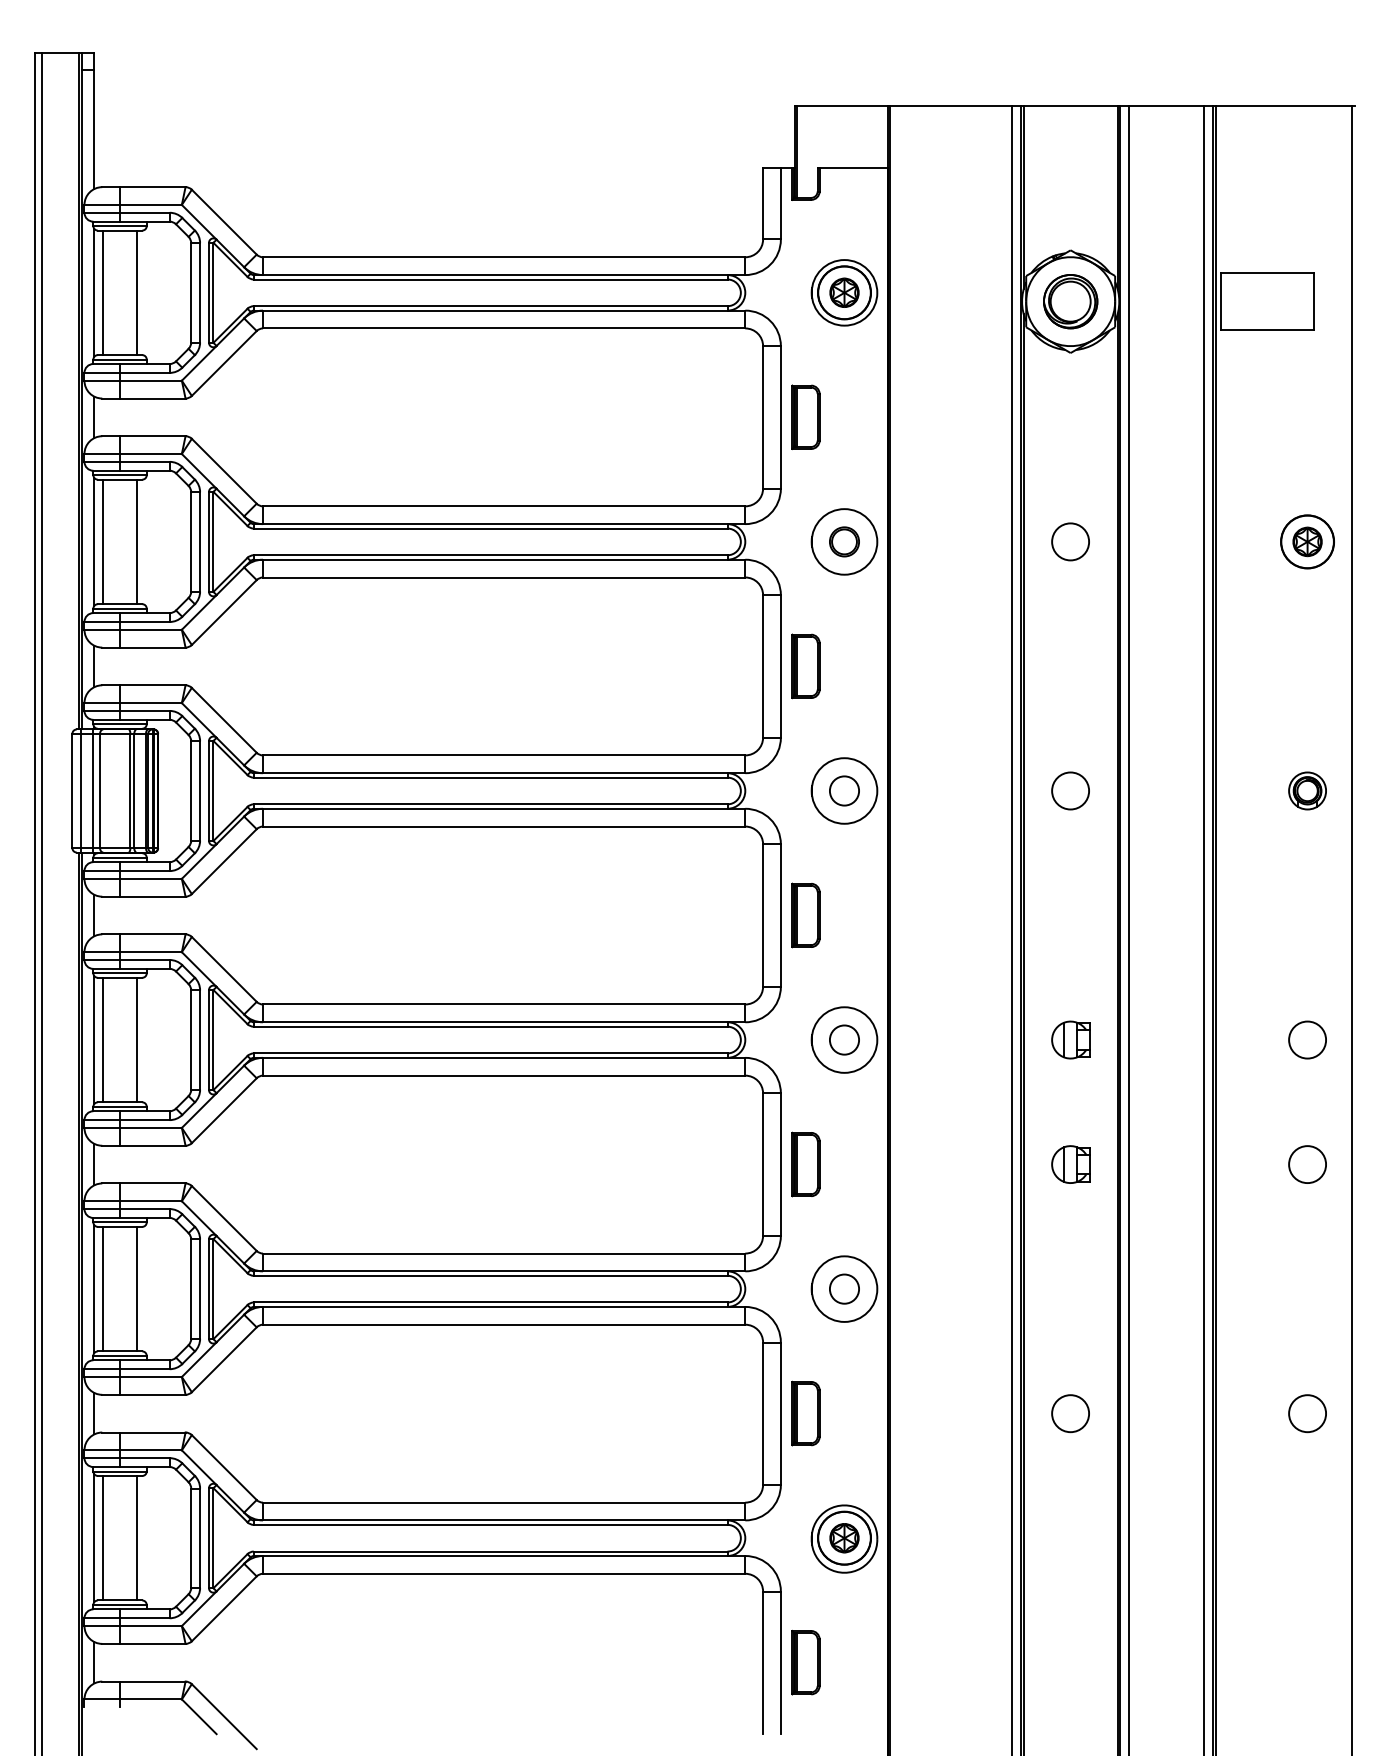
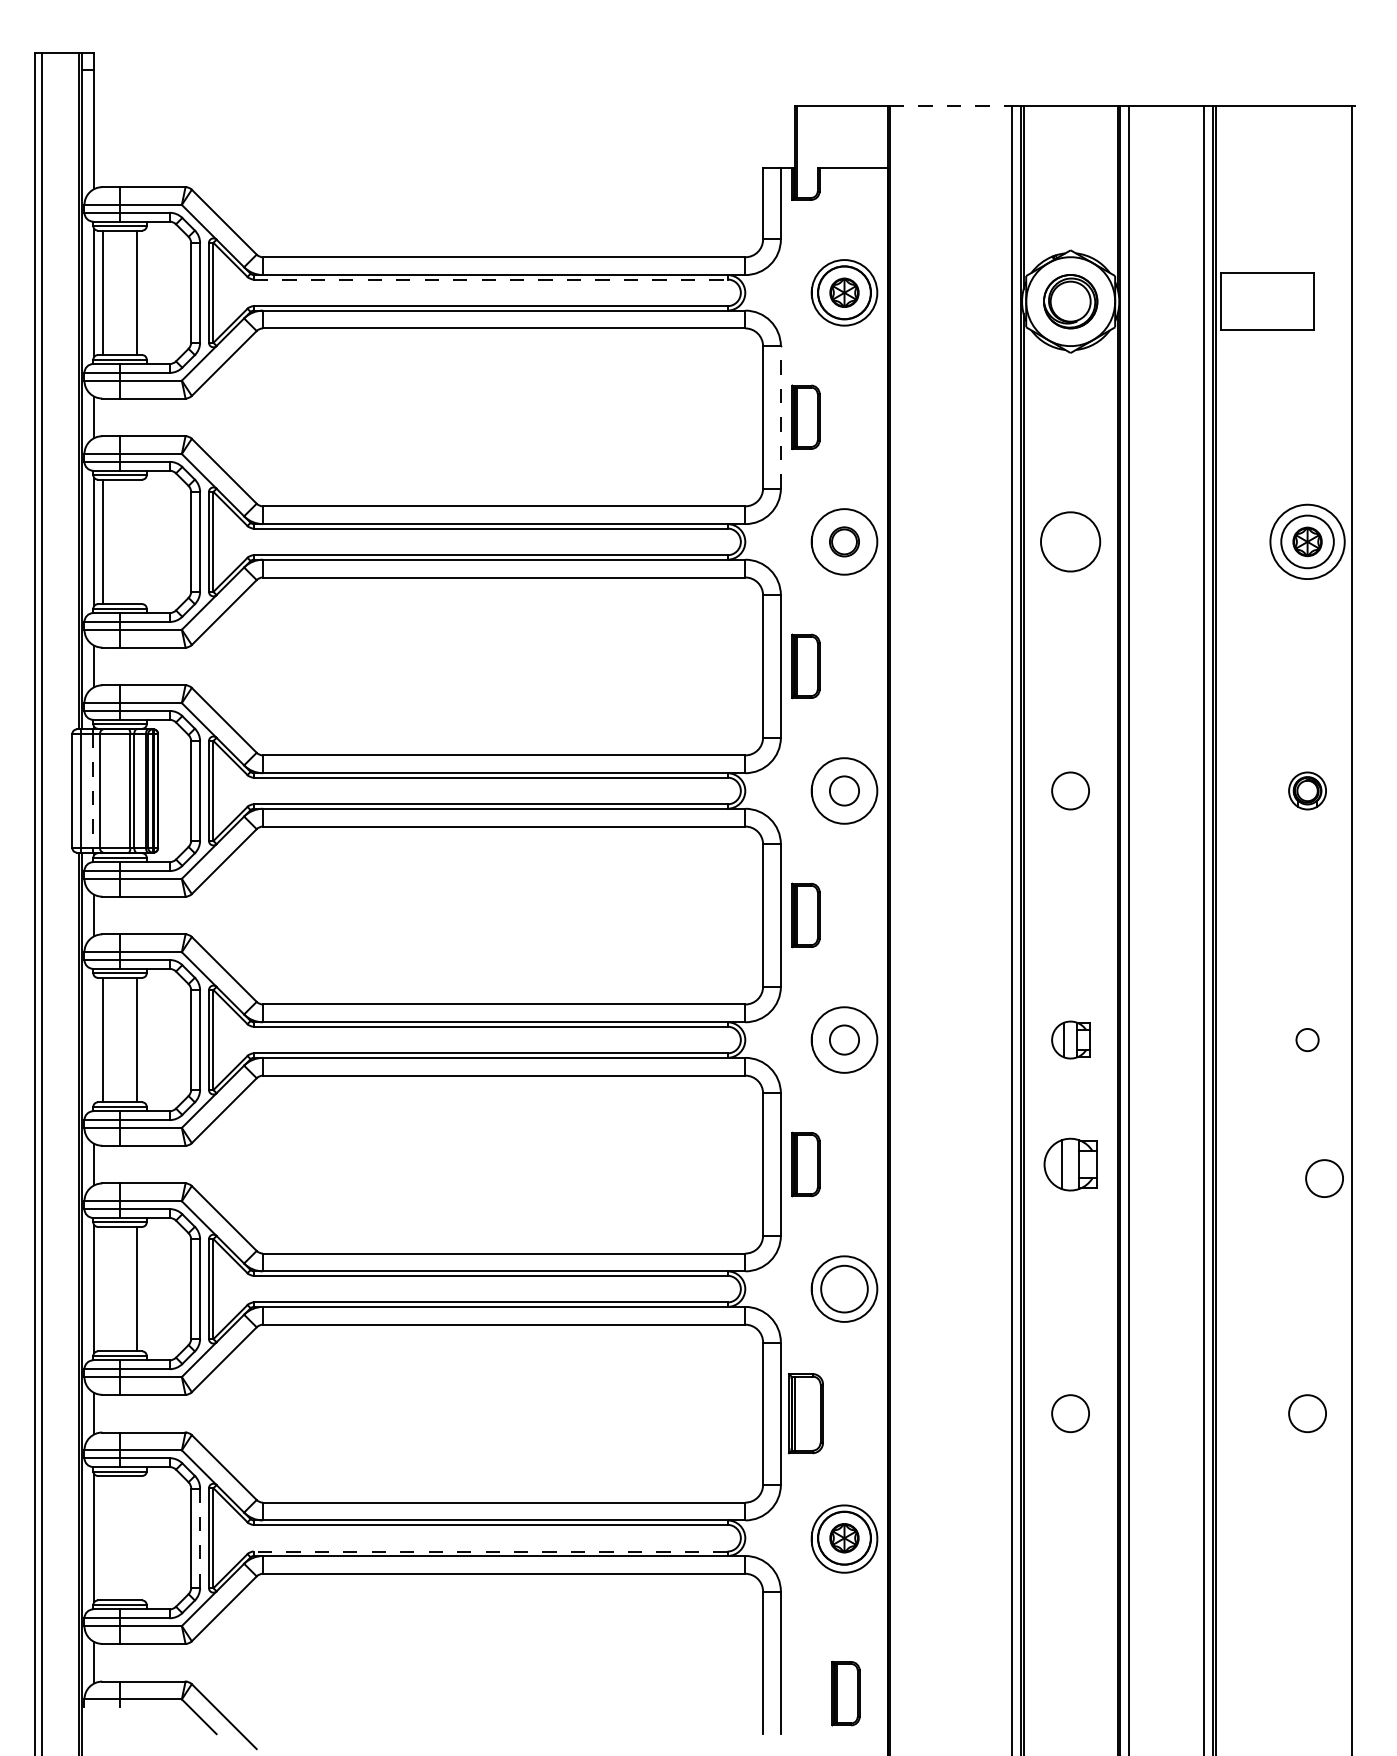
line at (951, 105): solid -> dashed
line at (490, 279): solid -> dashed
line at (780, 416): solid -> dashed
line at (137, 541): present -> none
circle at (1070, 541) diameter: 37 px -> 59 px
circle at (1307, 541) diameter: 53 px -> 74 px
line at (93, 791): solid -> dashed
line at (94, 1039): present -> none
circle at (1307, 1039) diameter: 37 px -> 22 px
part at (1070, 1164) size: 40x39 px -> 55x55 px
circle at (1307, 1164) position: (1307, 1164) -> (1324, 1178)
line at (102, 1288): present -> none
circle at (844, 1288) diameter: 29 px -> 47 px
part at (805, 1413) size: 30x67 px -> 36x82 px
line at (102, 1537): present -> none
line at (137, 1537): present -> none
line at (200, 1538): solid -> dashed
line at (490, 1551): solid -> dashed
part at (805, 1662) position: (805, 1662) -> (845, 1693)
